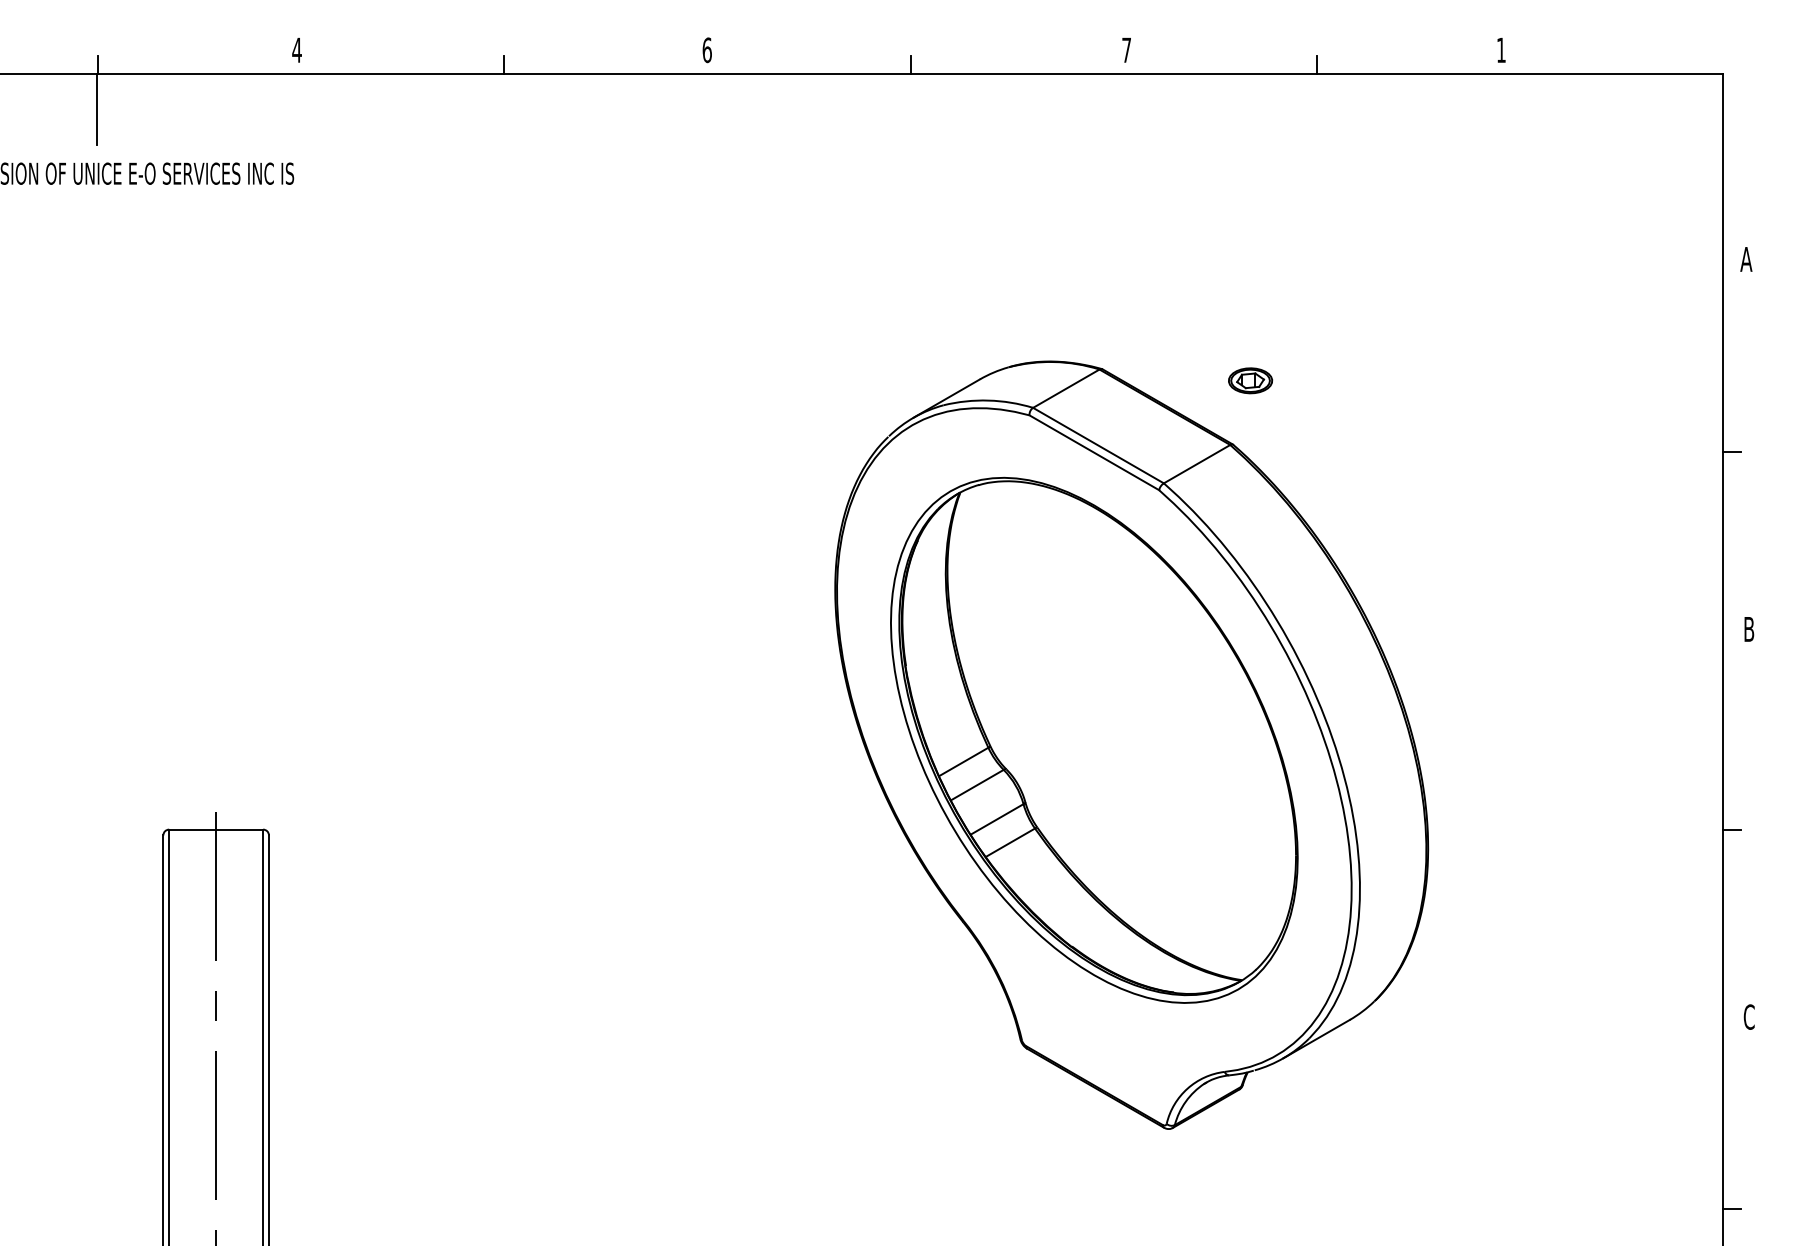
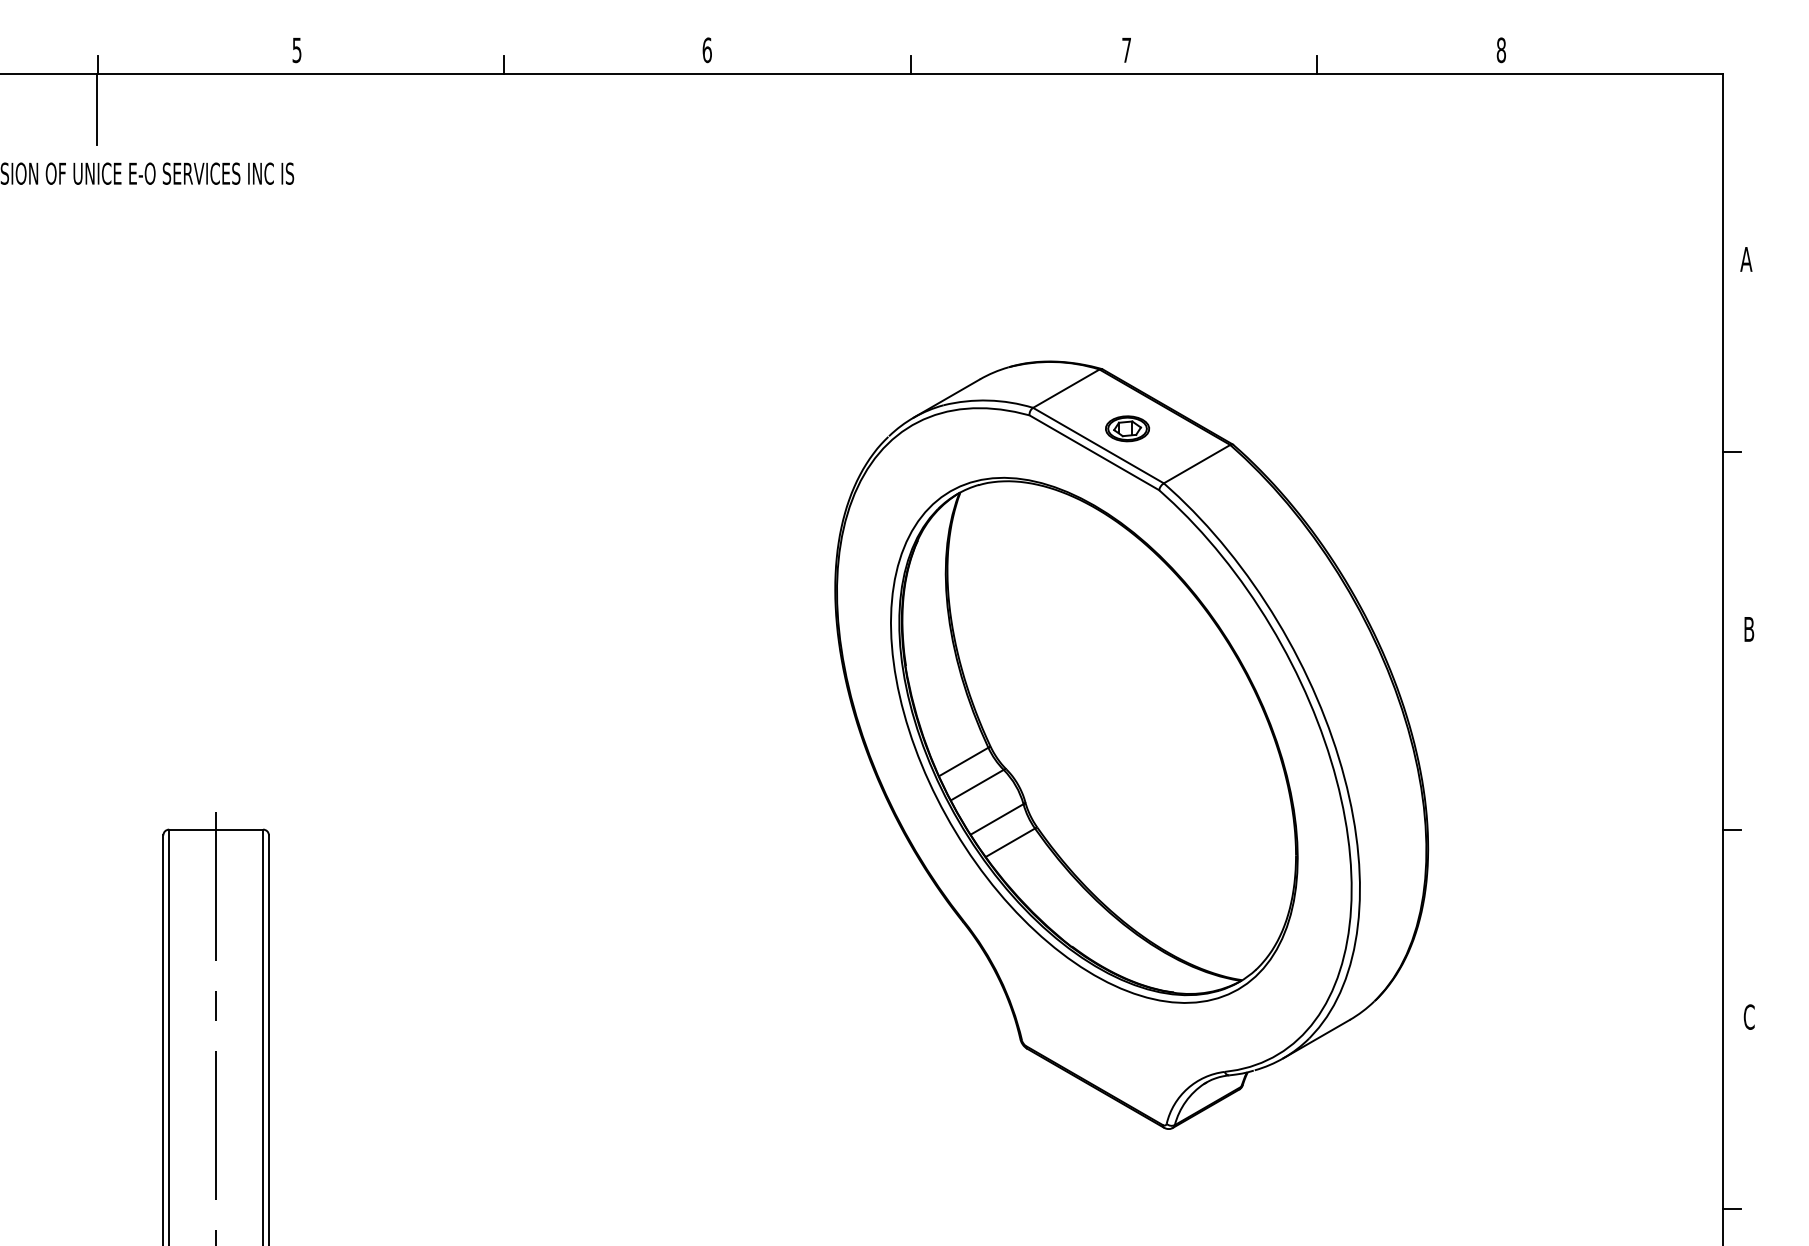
text at (296, 50): 4 -> 5
text at (1500, 50): 1 -> 8
part at (1250, 380) position: (1250, 380) -> (1127, 428)
